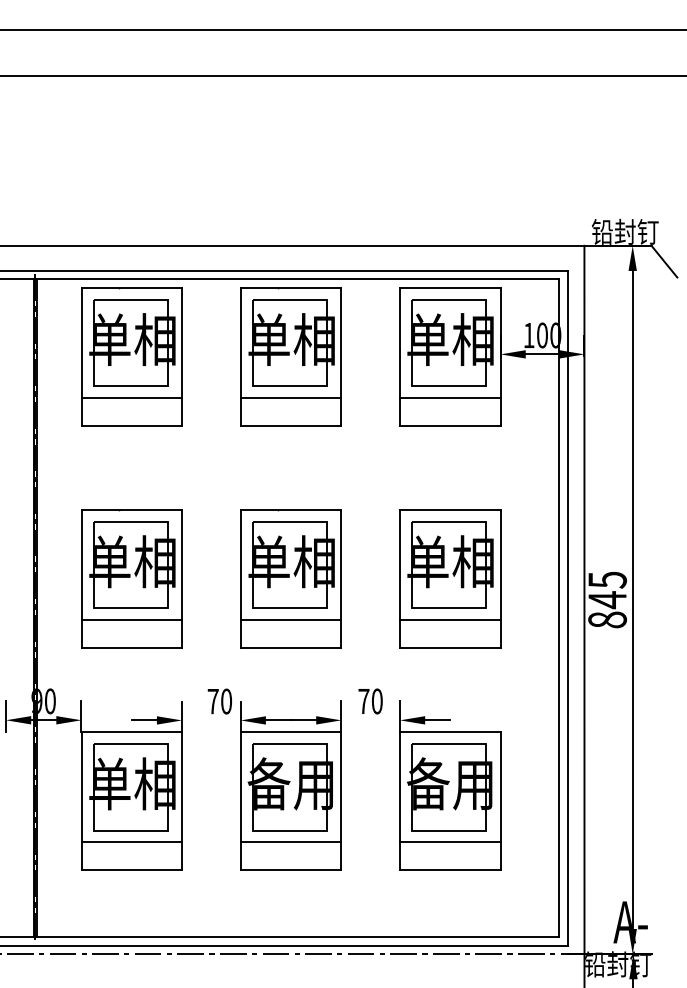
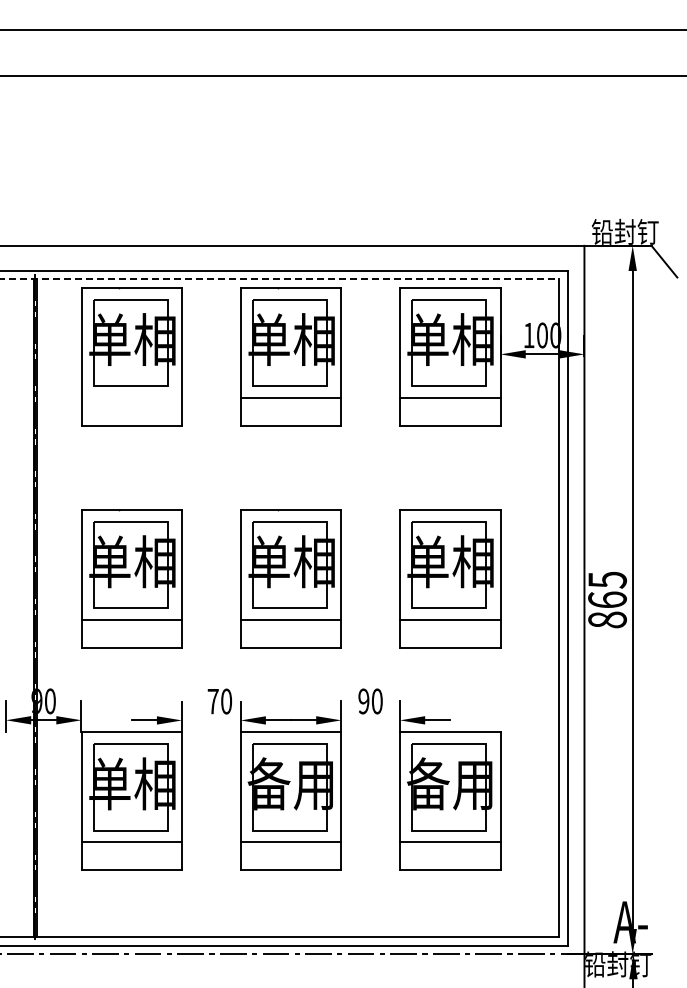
line at (280, 279): solid -> dashed
line at (131, 397): present -> none
text at (607, 600): 845 -> 865
text at (363, 701): 70 -> 90
